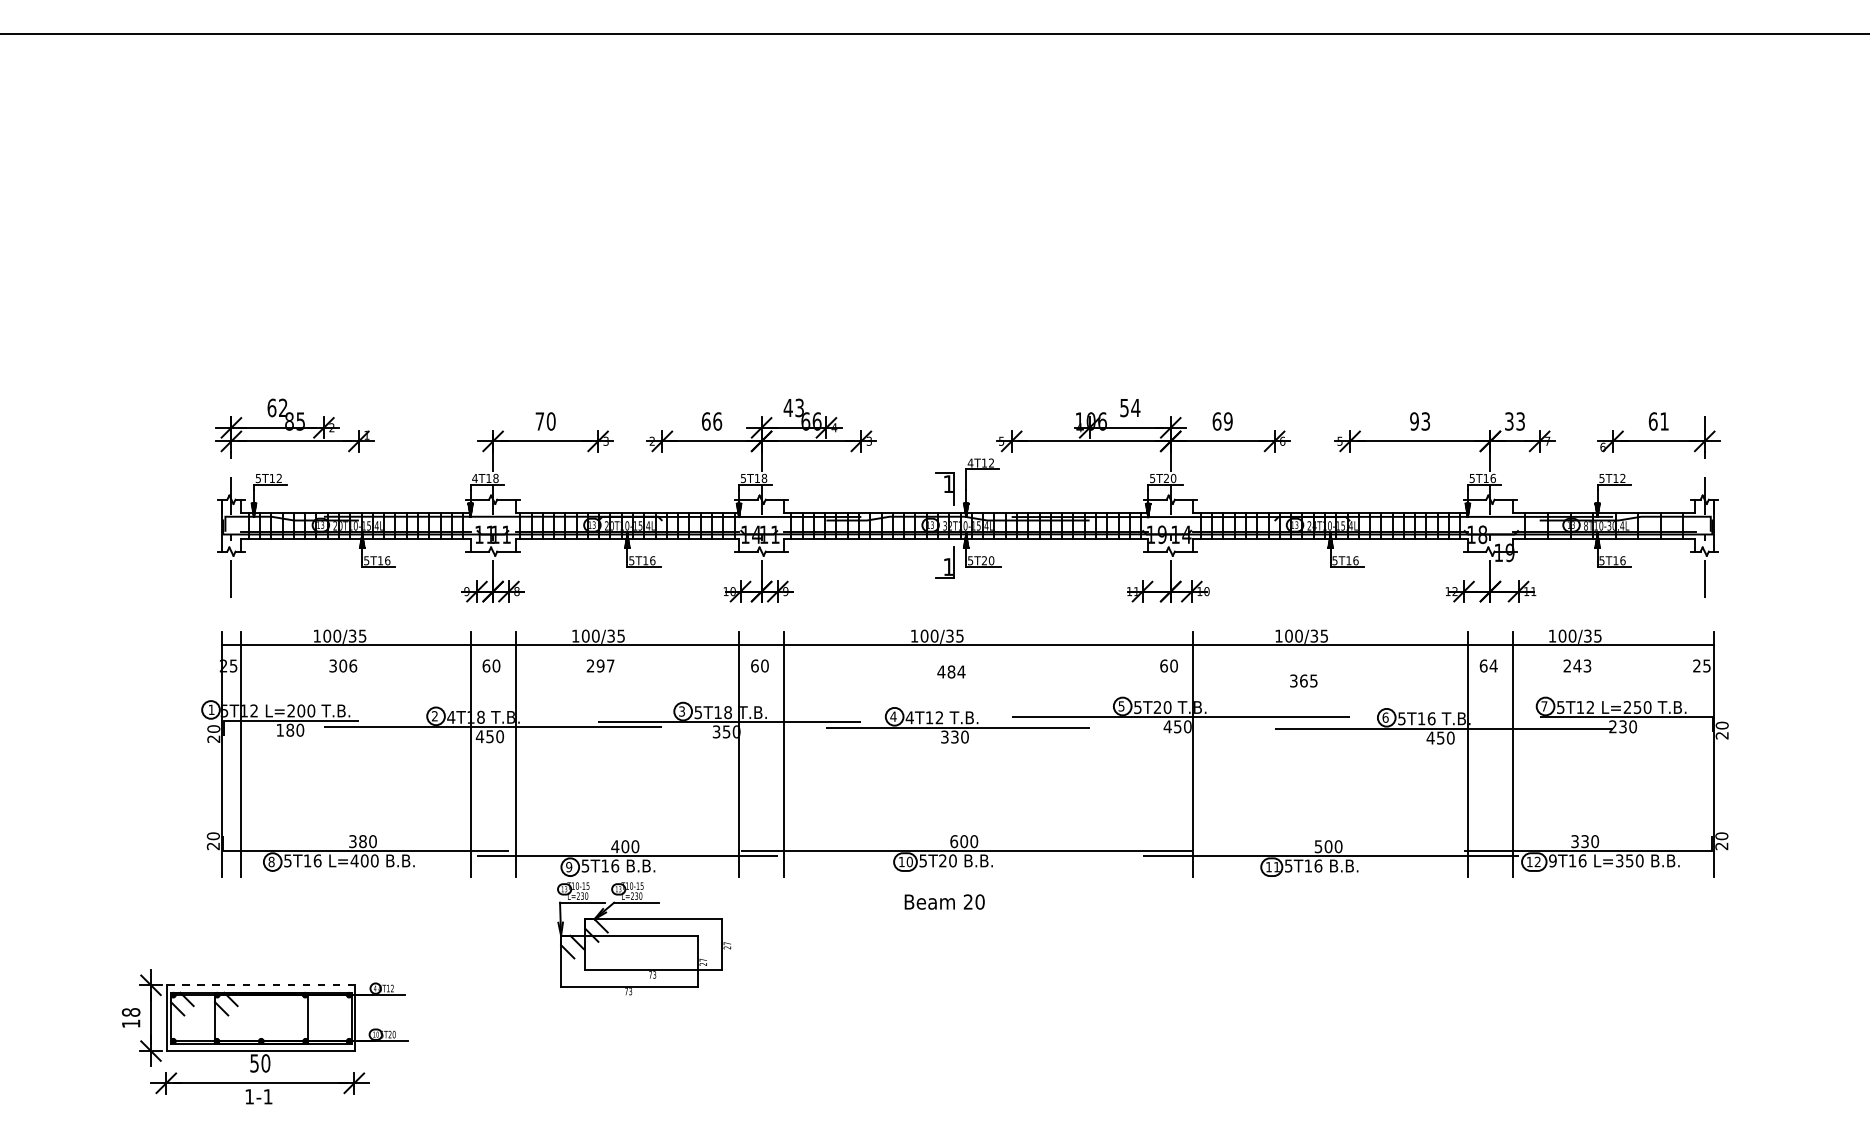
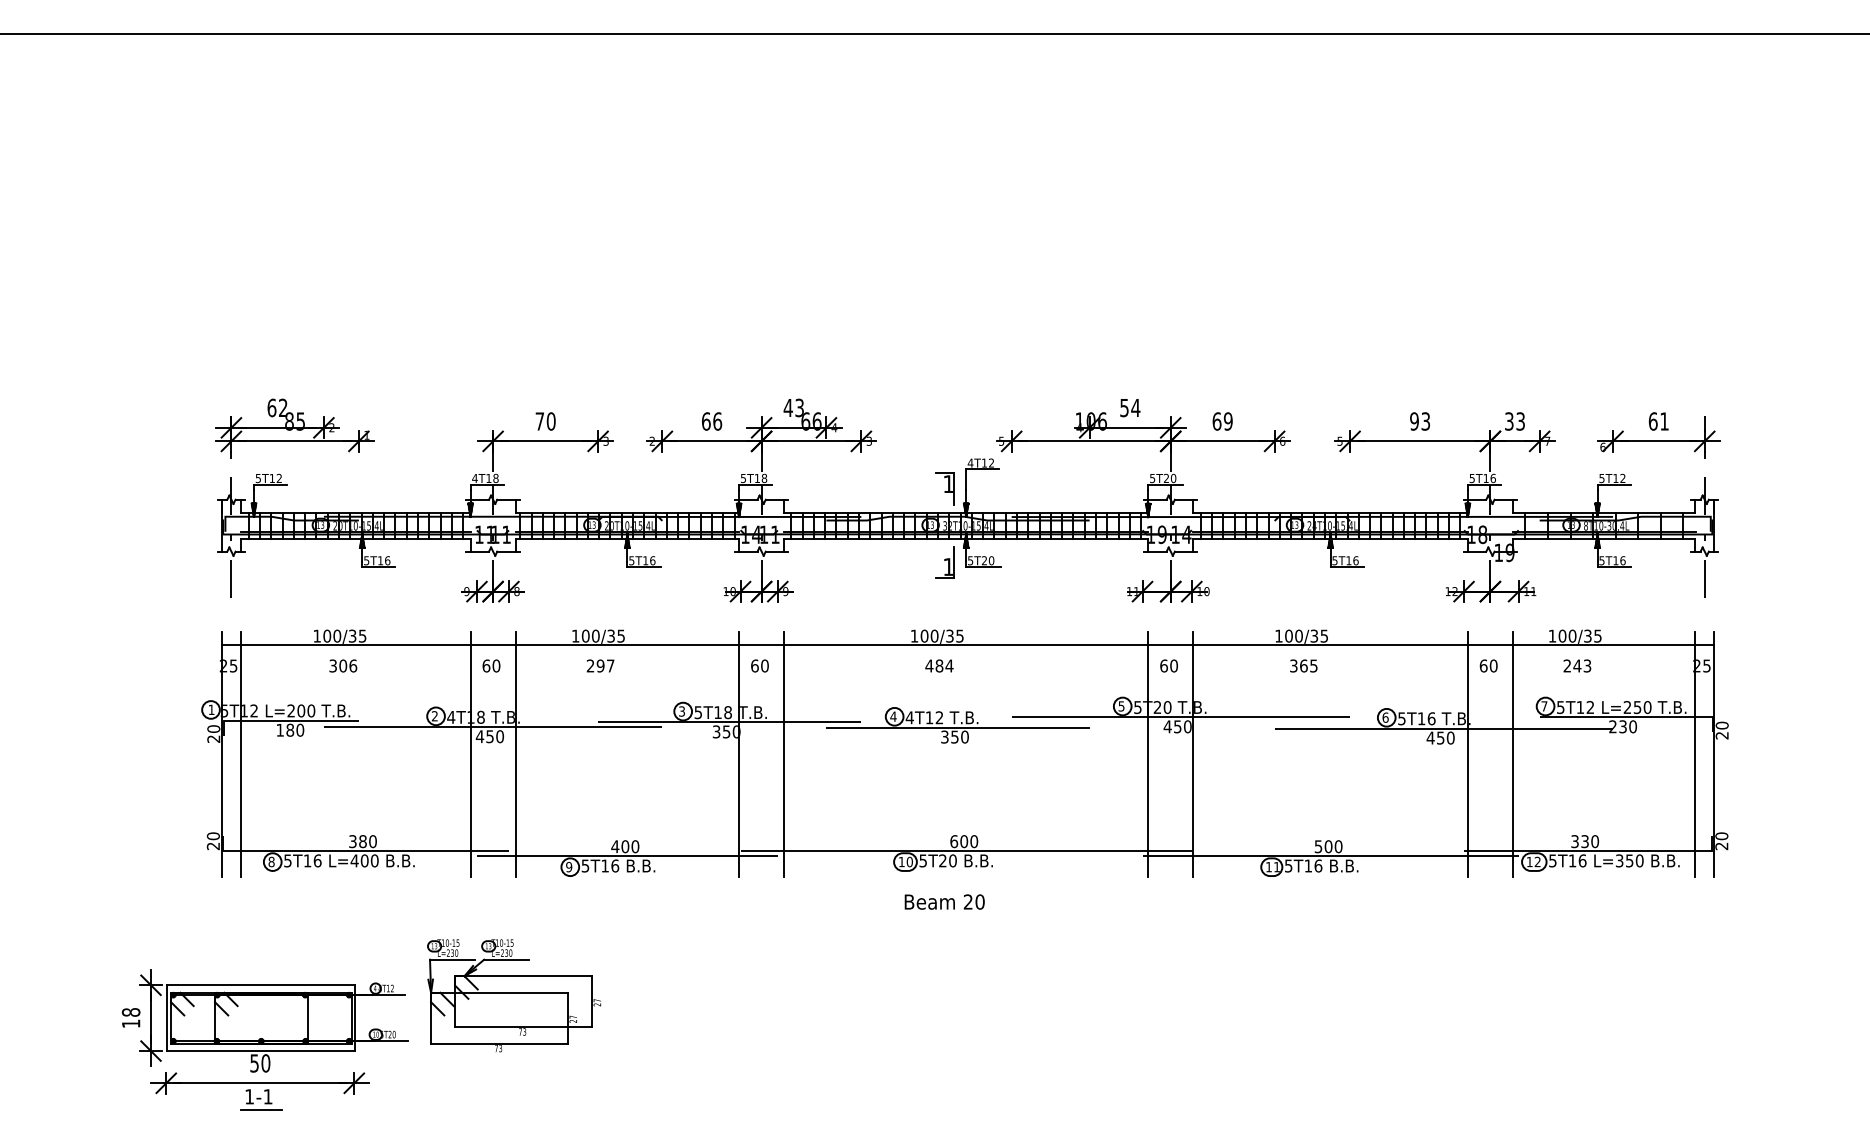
text at (1493, 665): 64 -> 60
text at (951, 671) position: (951, 671) -> (939, 665)
text at (1303, 680) position: (1303, 680) -> (1303, 665)
text at (954, 736): 330 -> 350
line at (1148, 754): none -> present
line at (1695, 754): none -> present
text at (1552, 860): 9T16 -> 5T16
part at (644, 938) position: (644, 938) -> (514, 995)
line at (261, 985): dashed -> solid
line at (260, 1109): none -> present
